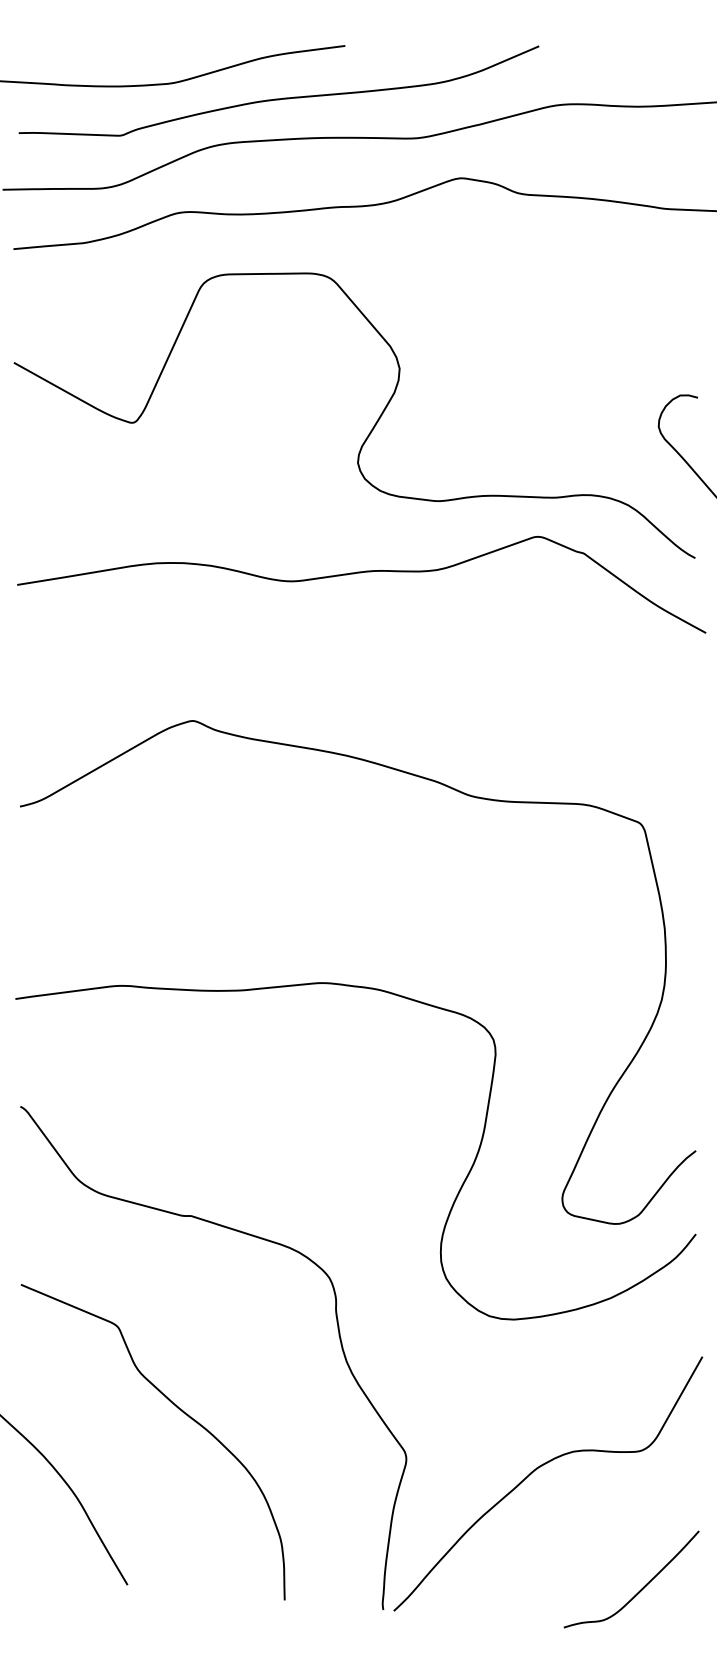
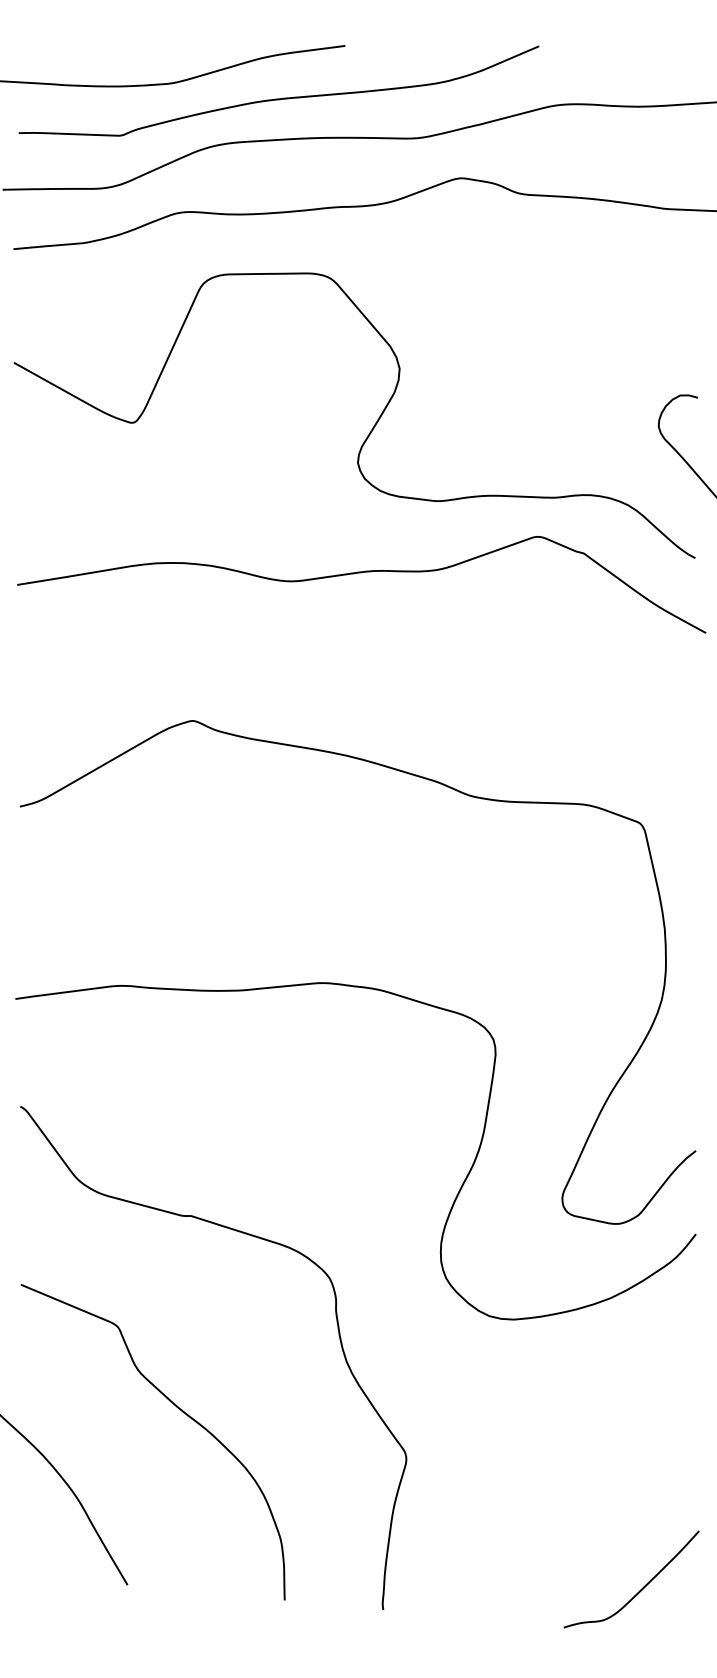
curve at (536, 1470): present -> none
